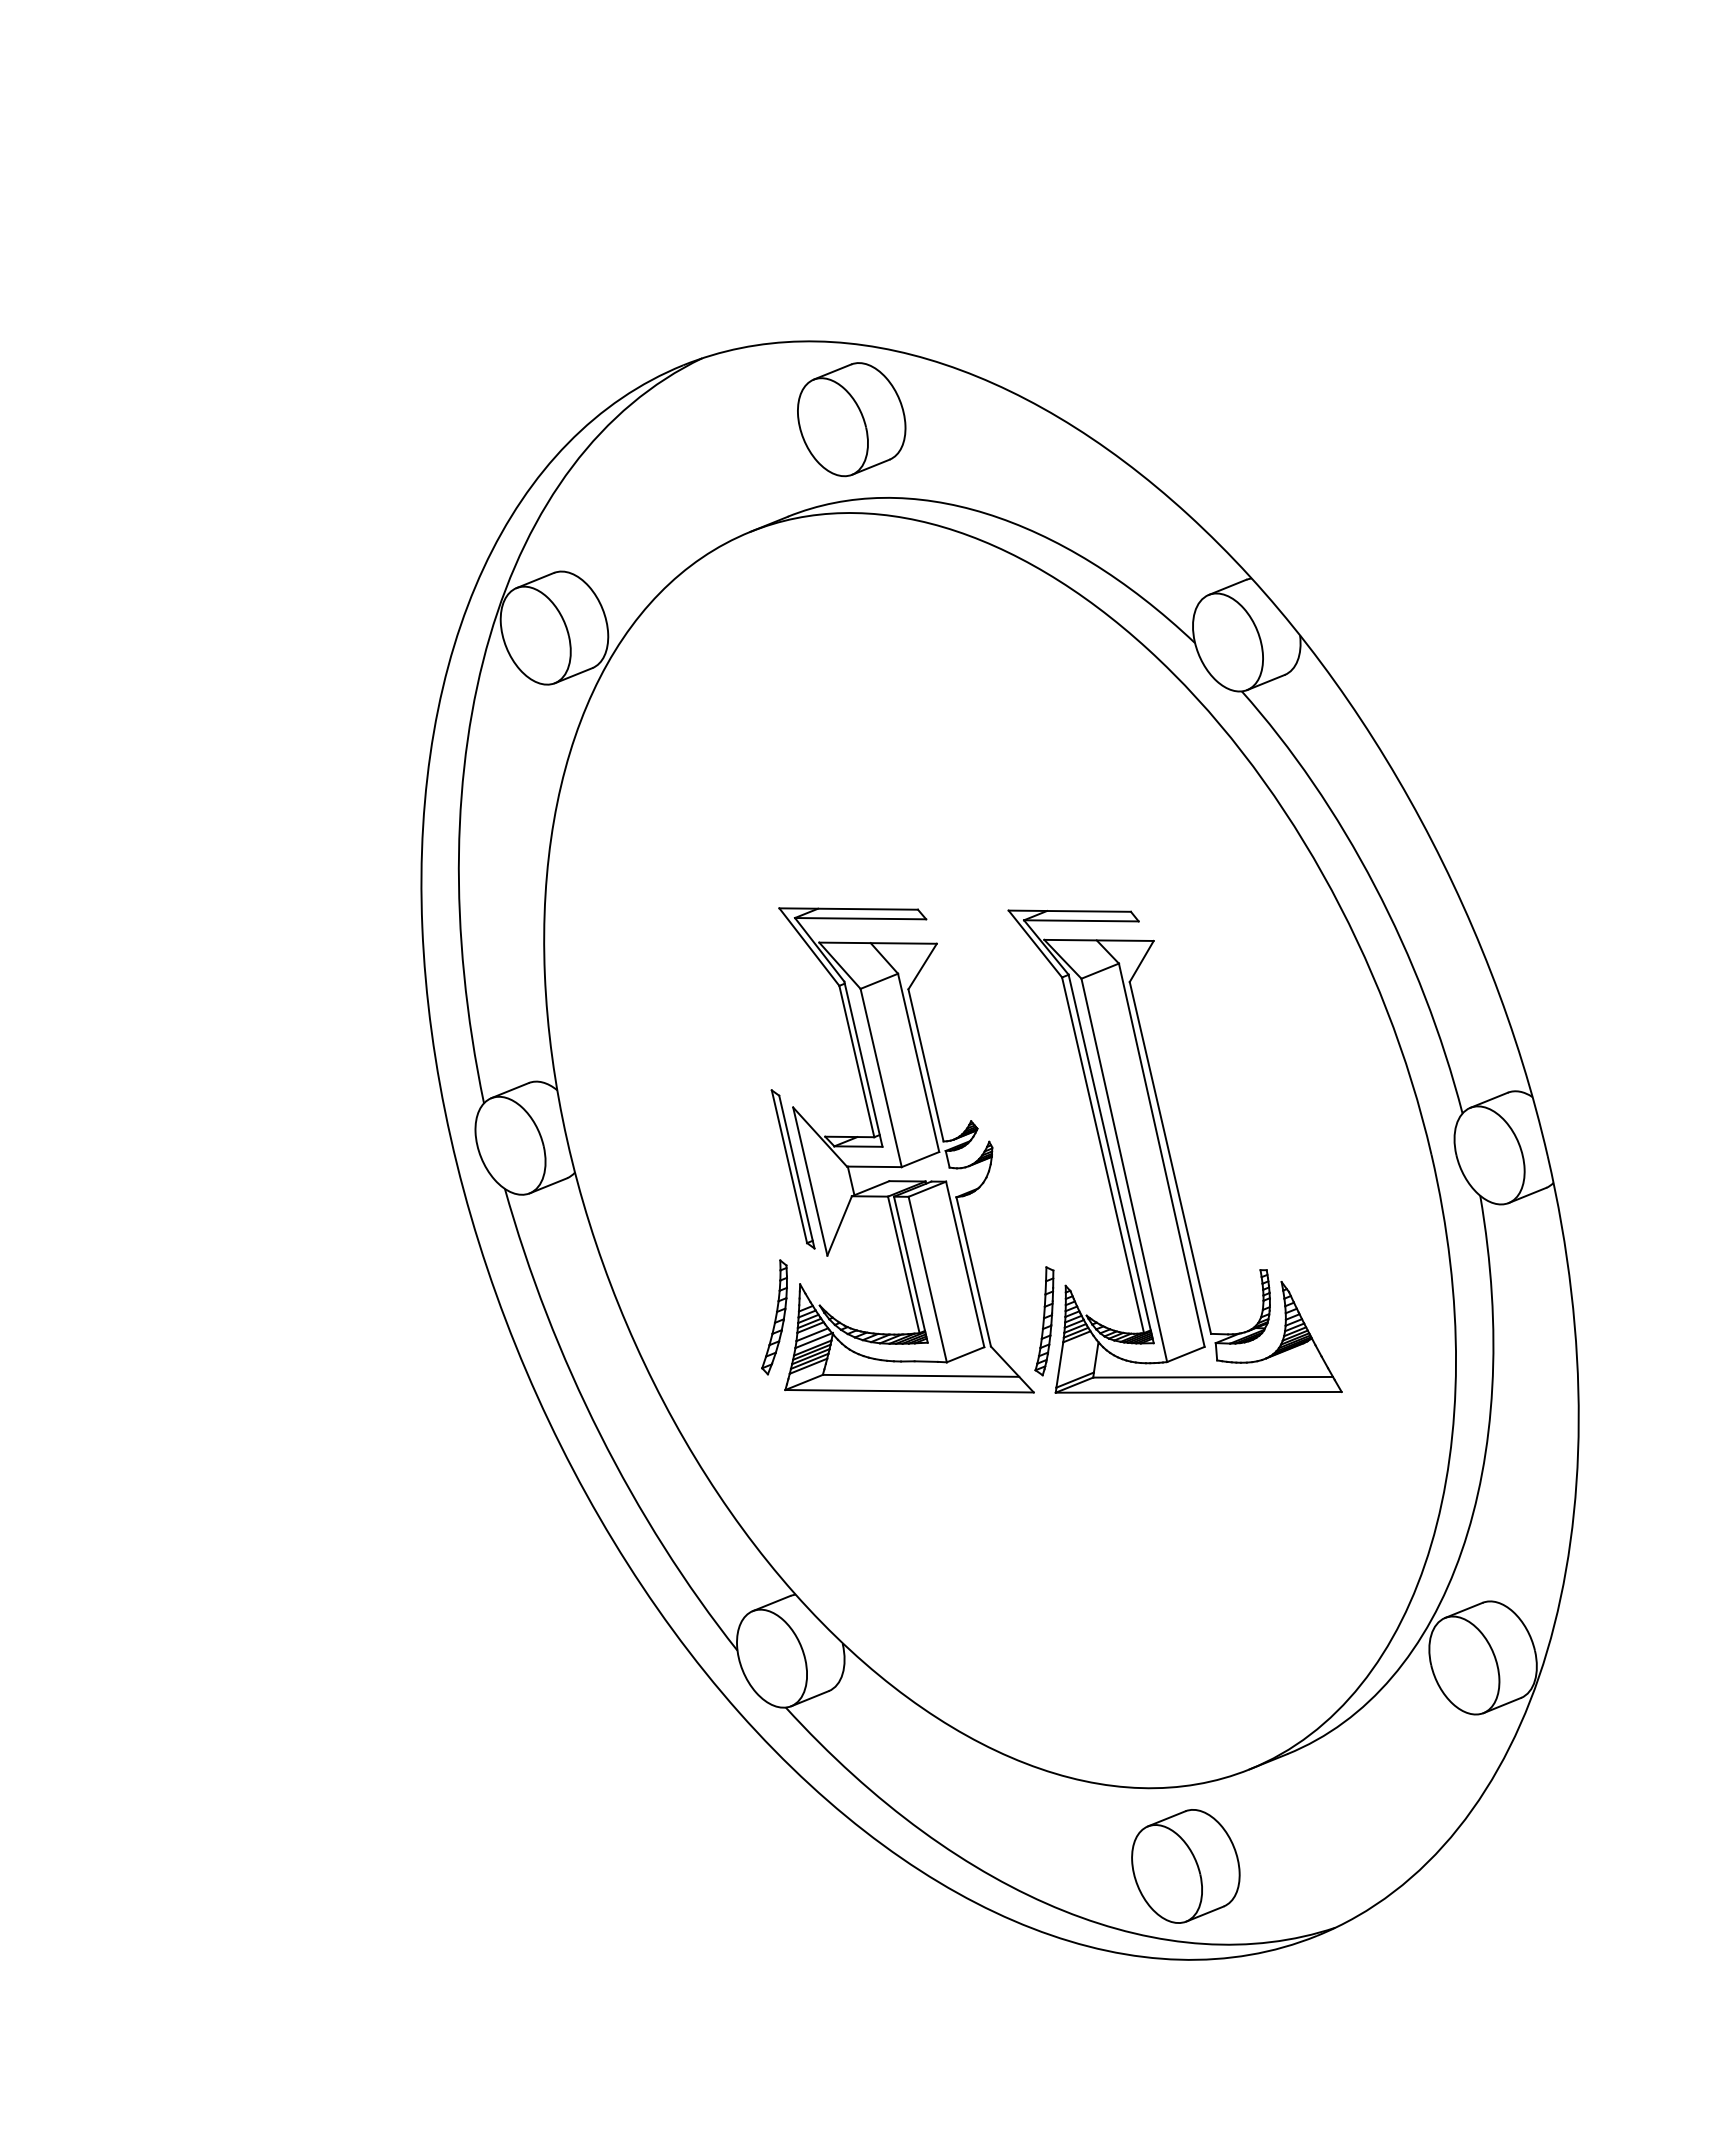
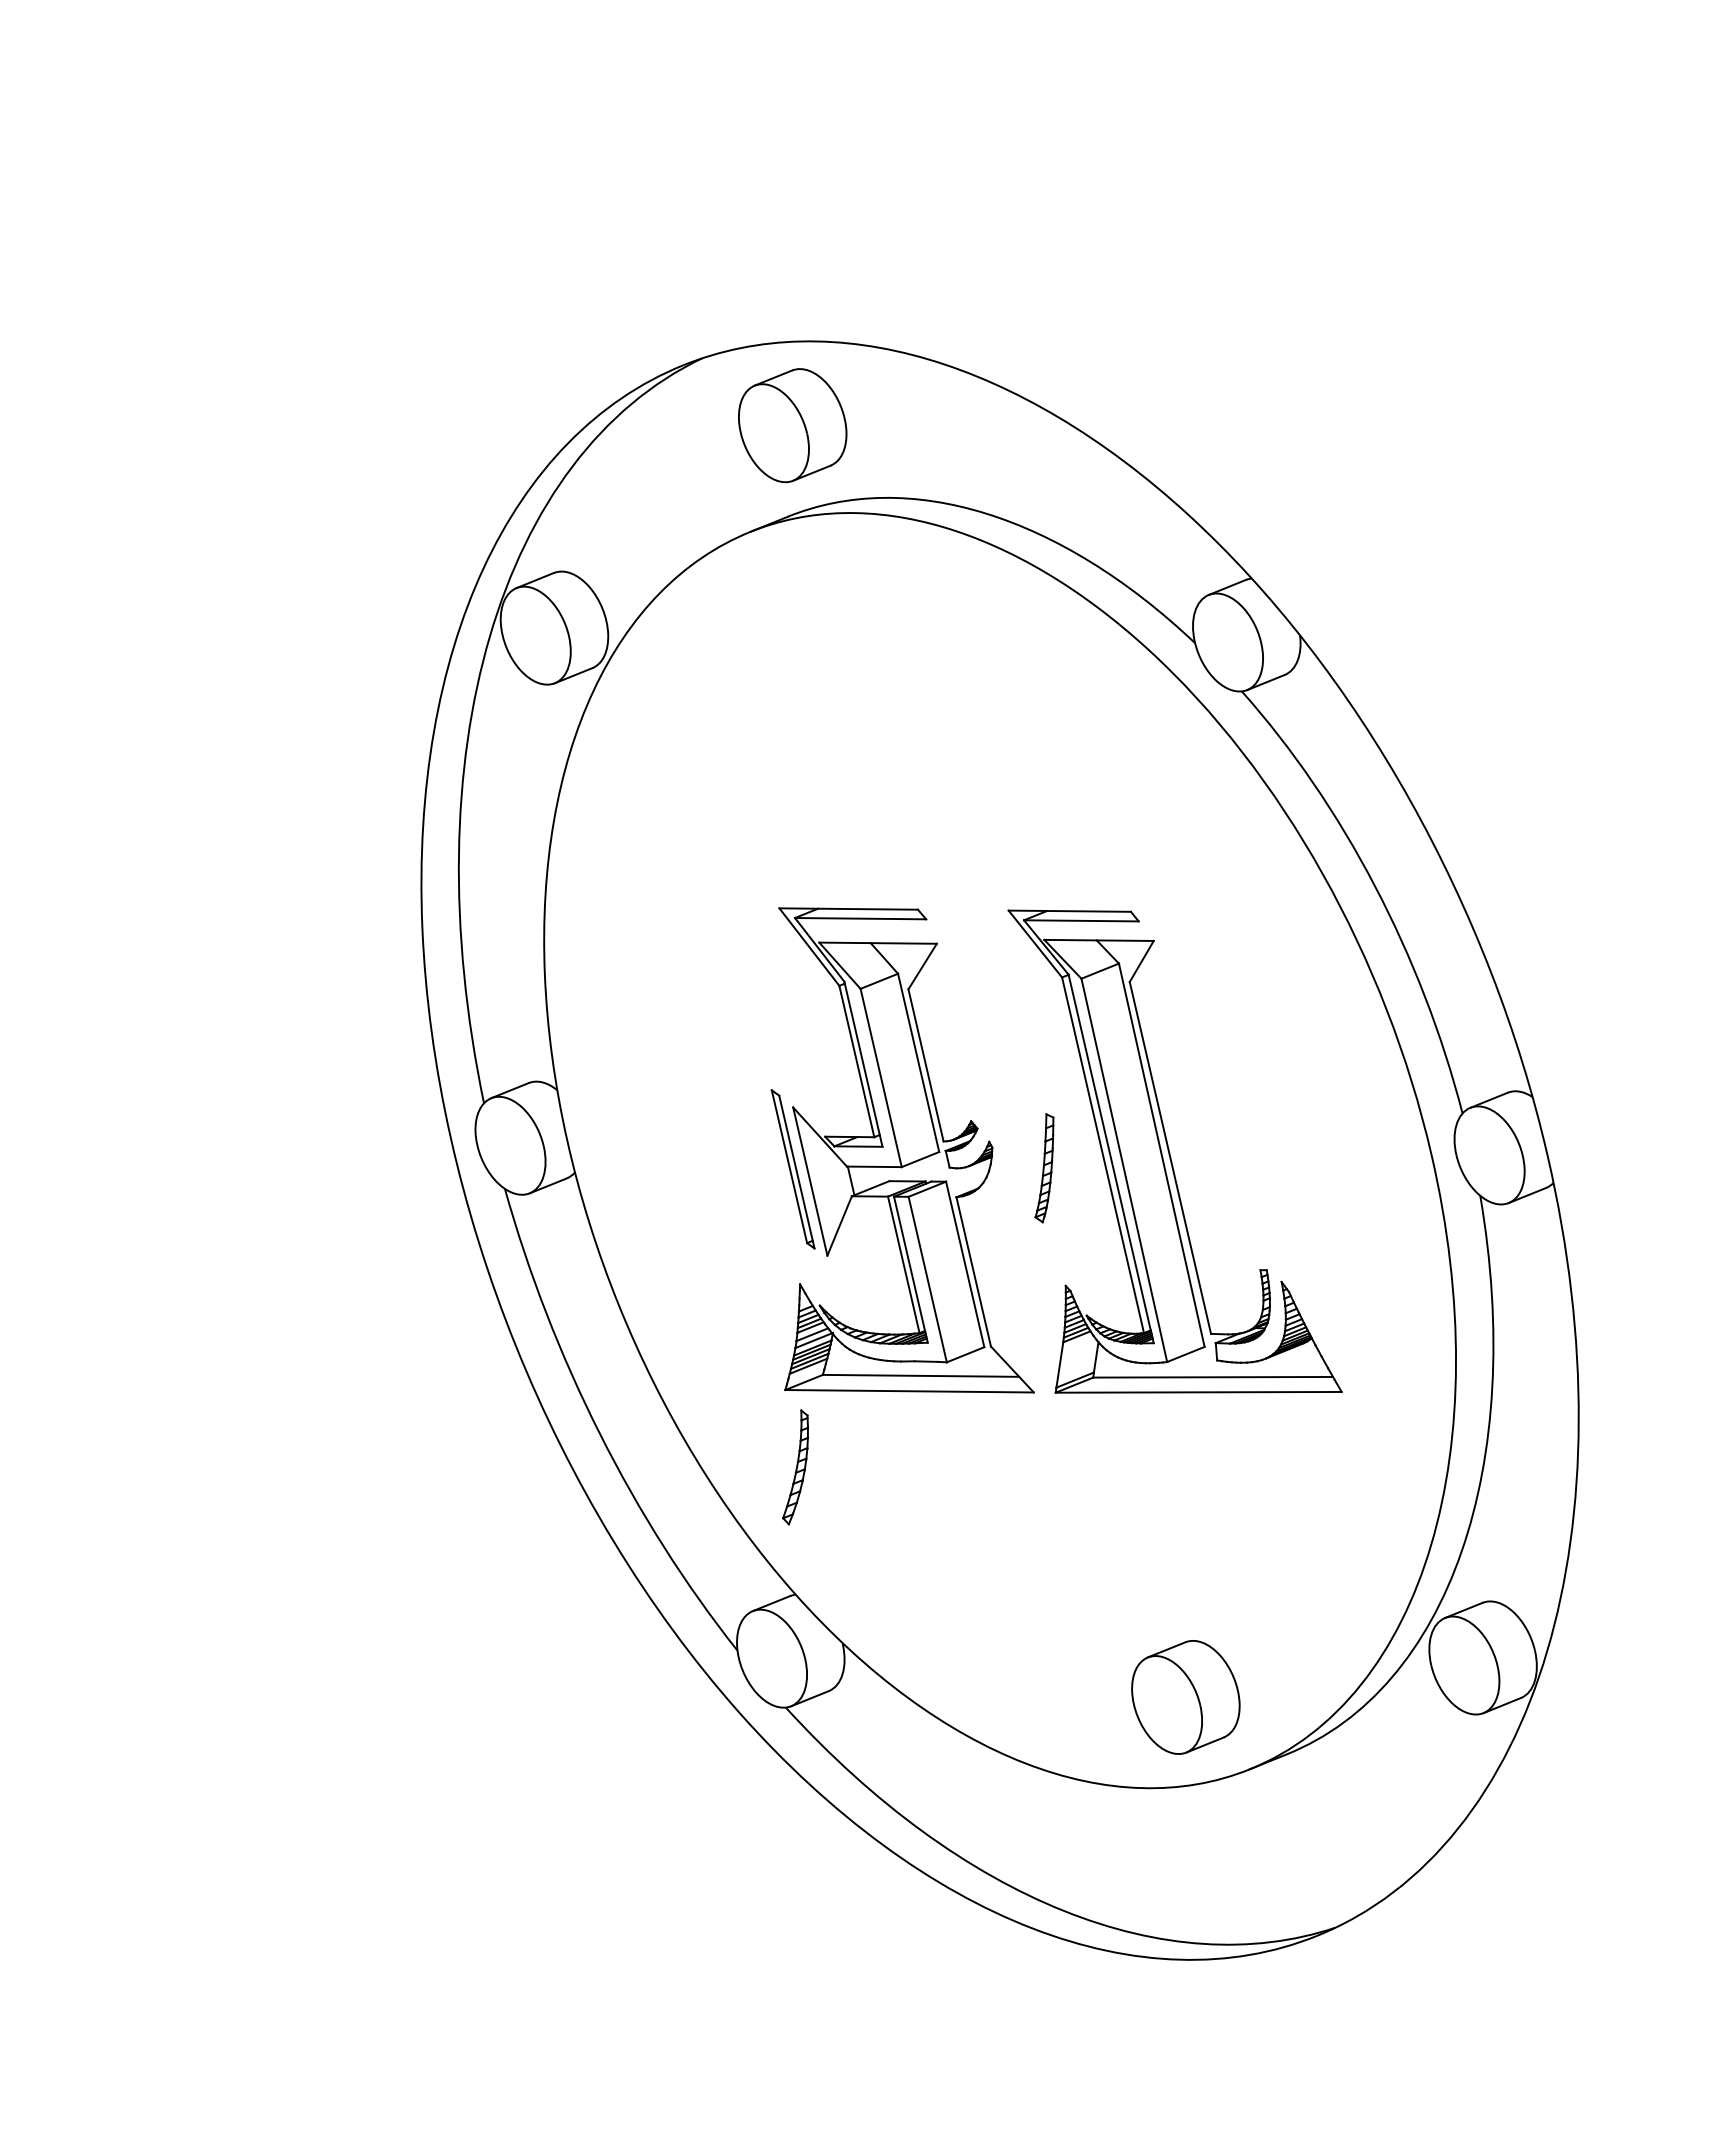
part at (851, 419) position: (851, 419) -> (792, 425)
part at (774, 1317) position: (774, 1317) -> (795, 1467)
part at (1044, 1321) position: (1044, 1321) -> (1044, 1168)
part at (1185, 1866) position: (1185, 1866) -> (1185, 1697)
